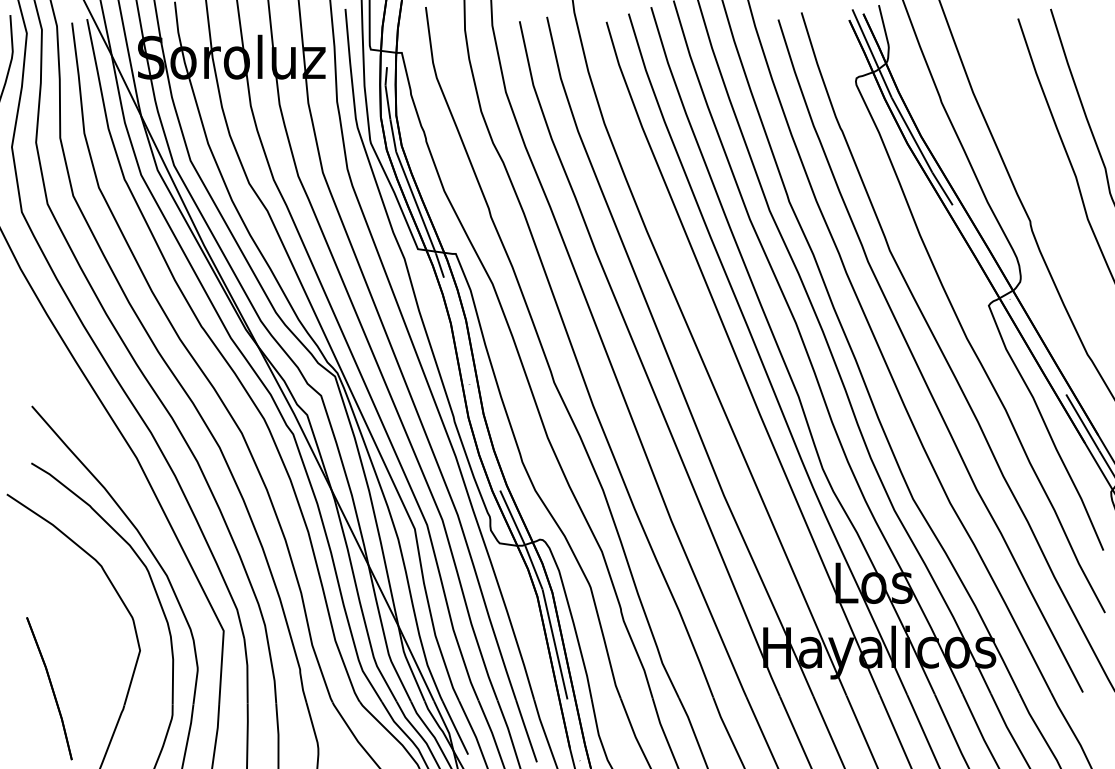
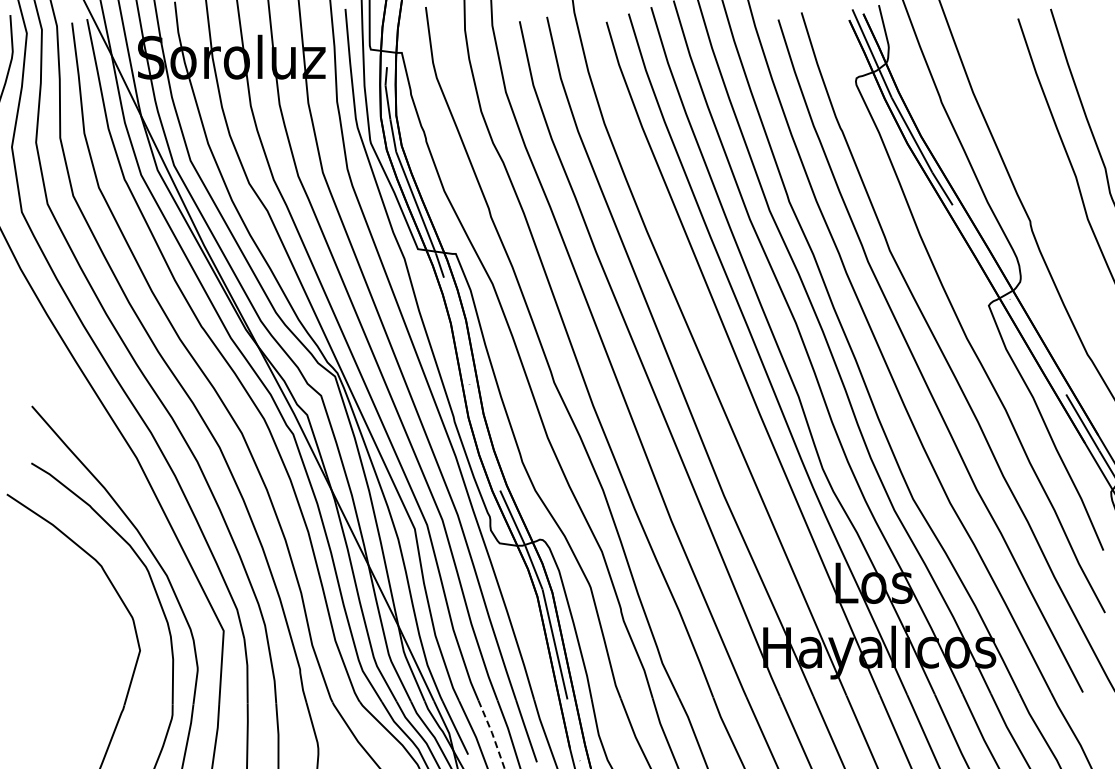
part at (49, 688): present -> none
line at (492, 733): solid -> dashed
